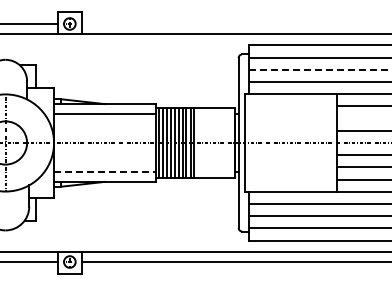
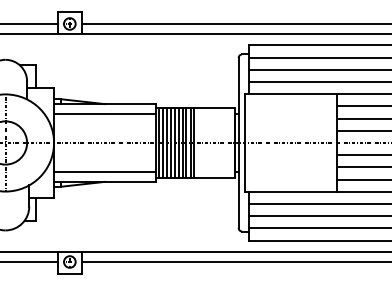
line at (234, 23): none -> present
line at (320, 69): dashed -> solid
line at (362, 118): none -> present
line at (105, 172): dashed -> solid
